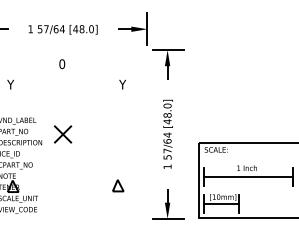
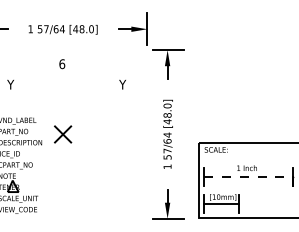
text at (62, 63): 0 -> 6
line at (248, 177): solid -> dashed
part at (118, 185): present -> none
